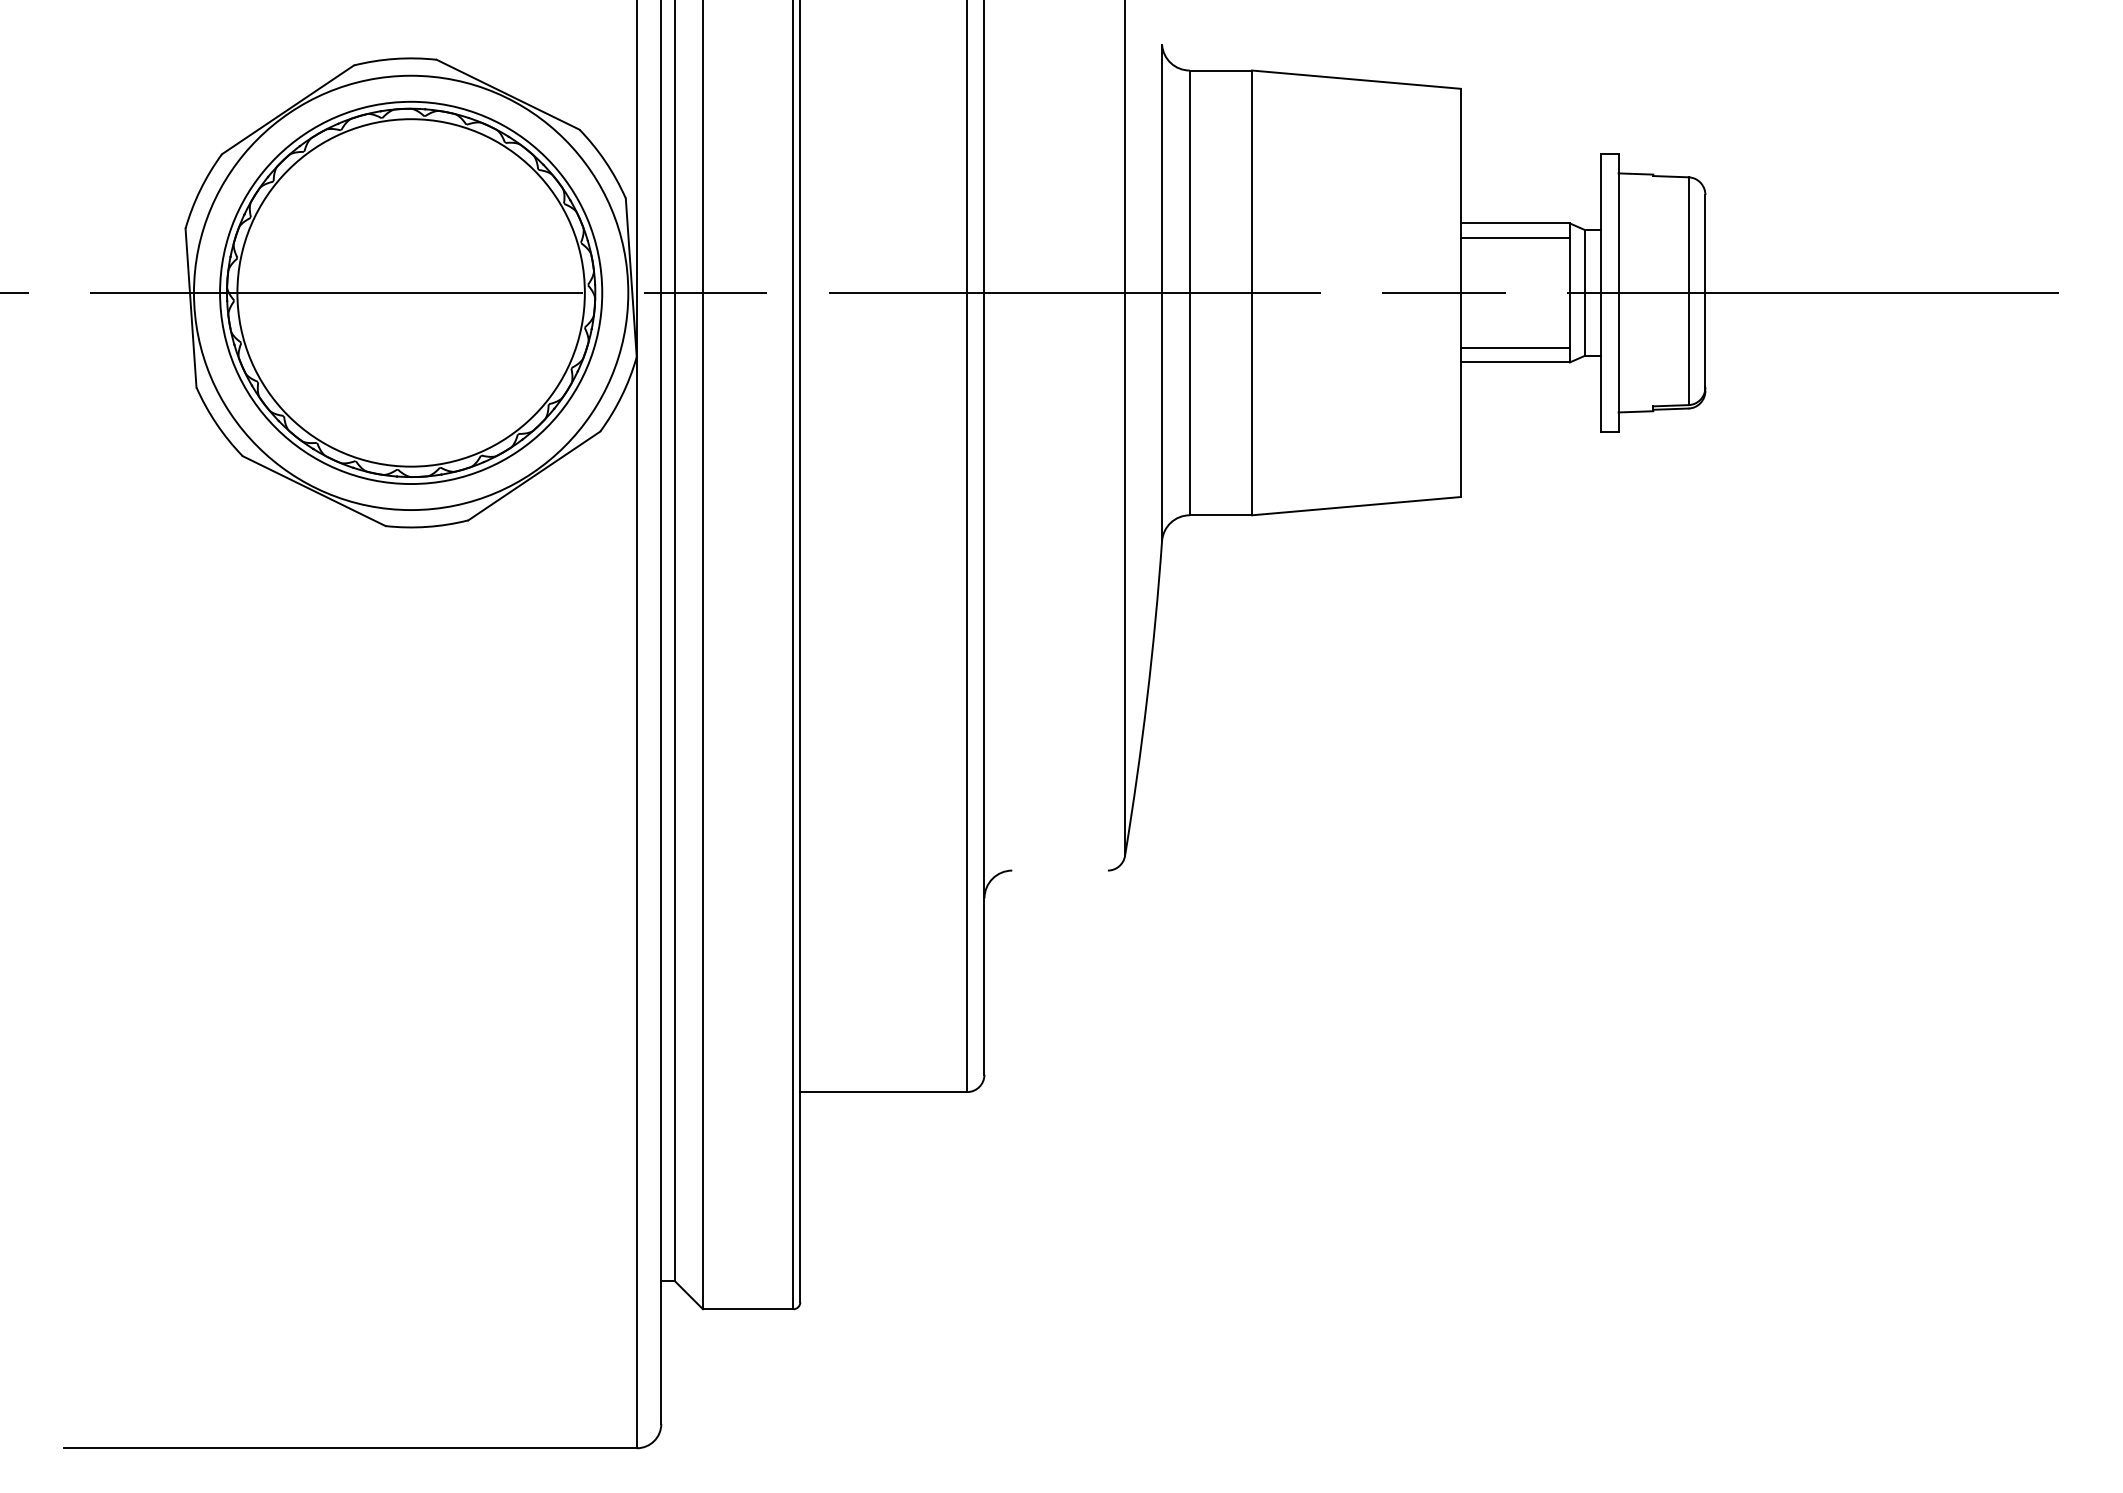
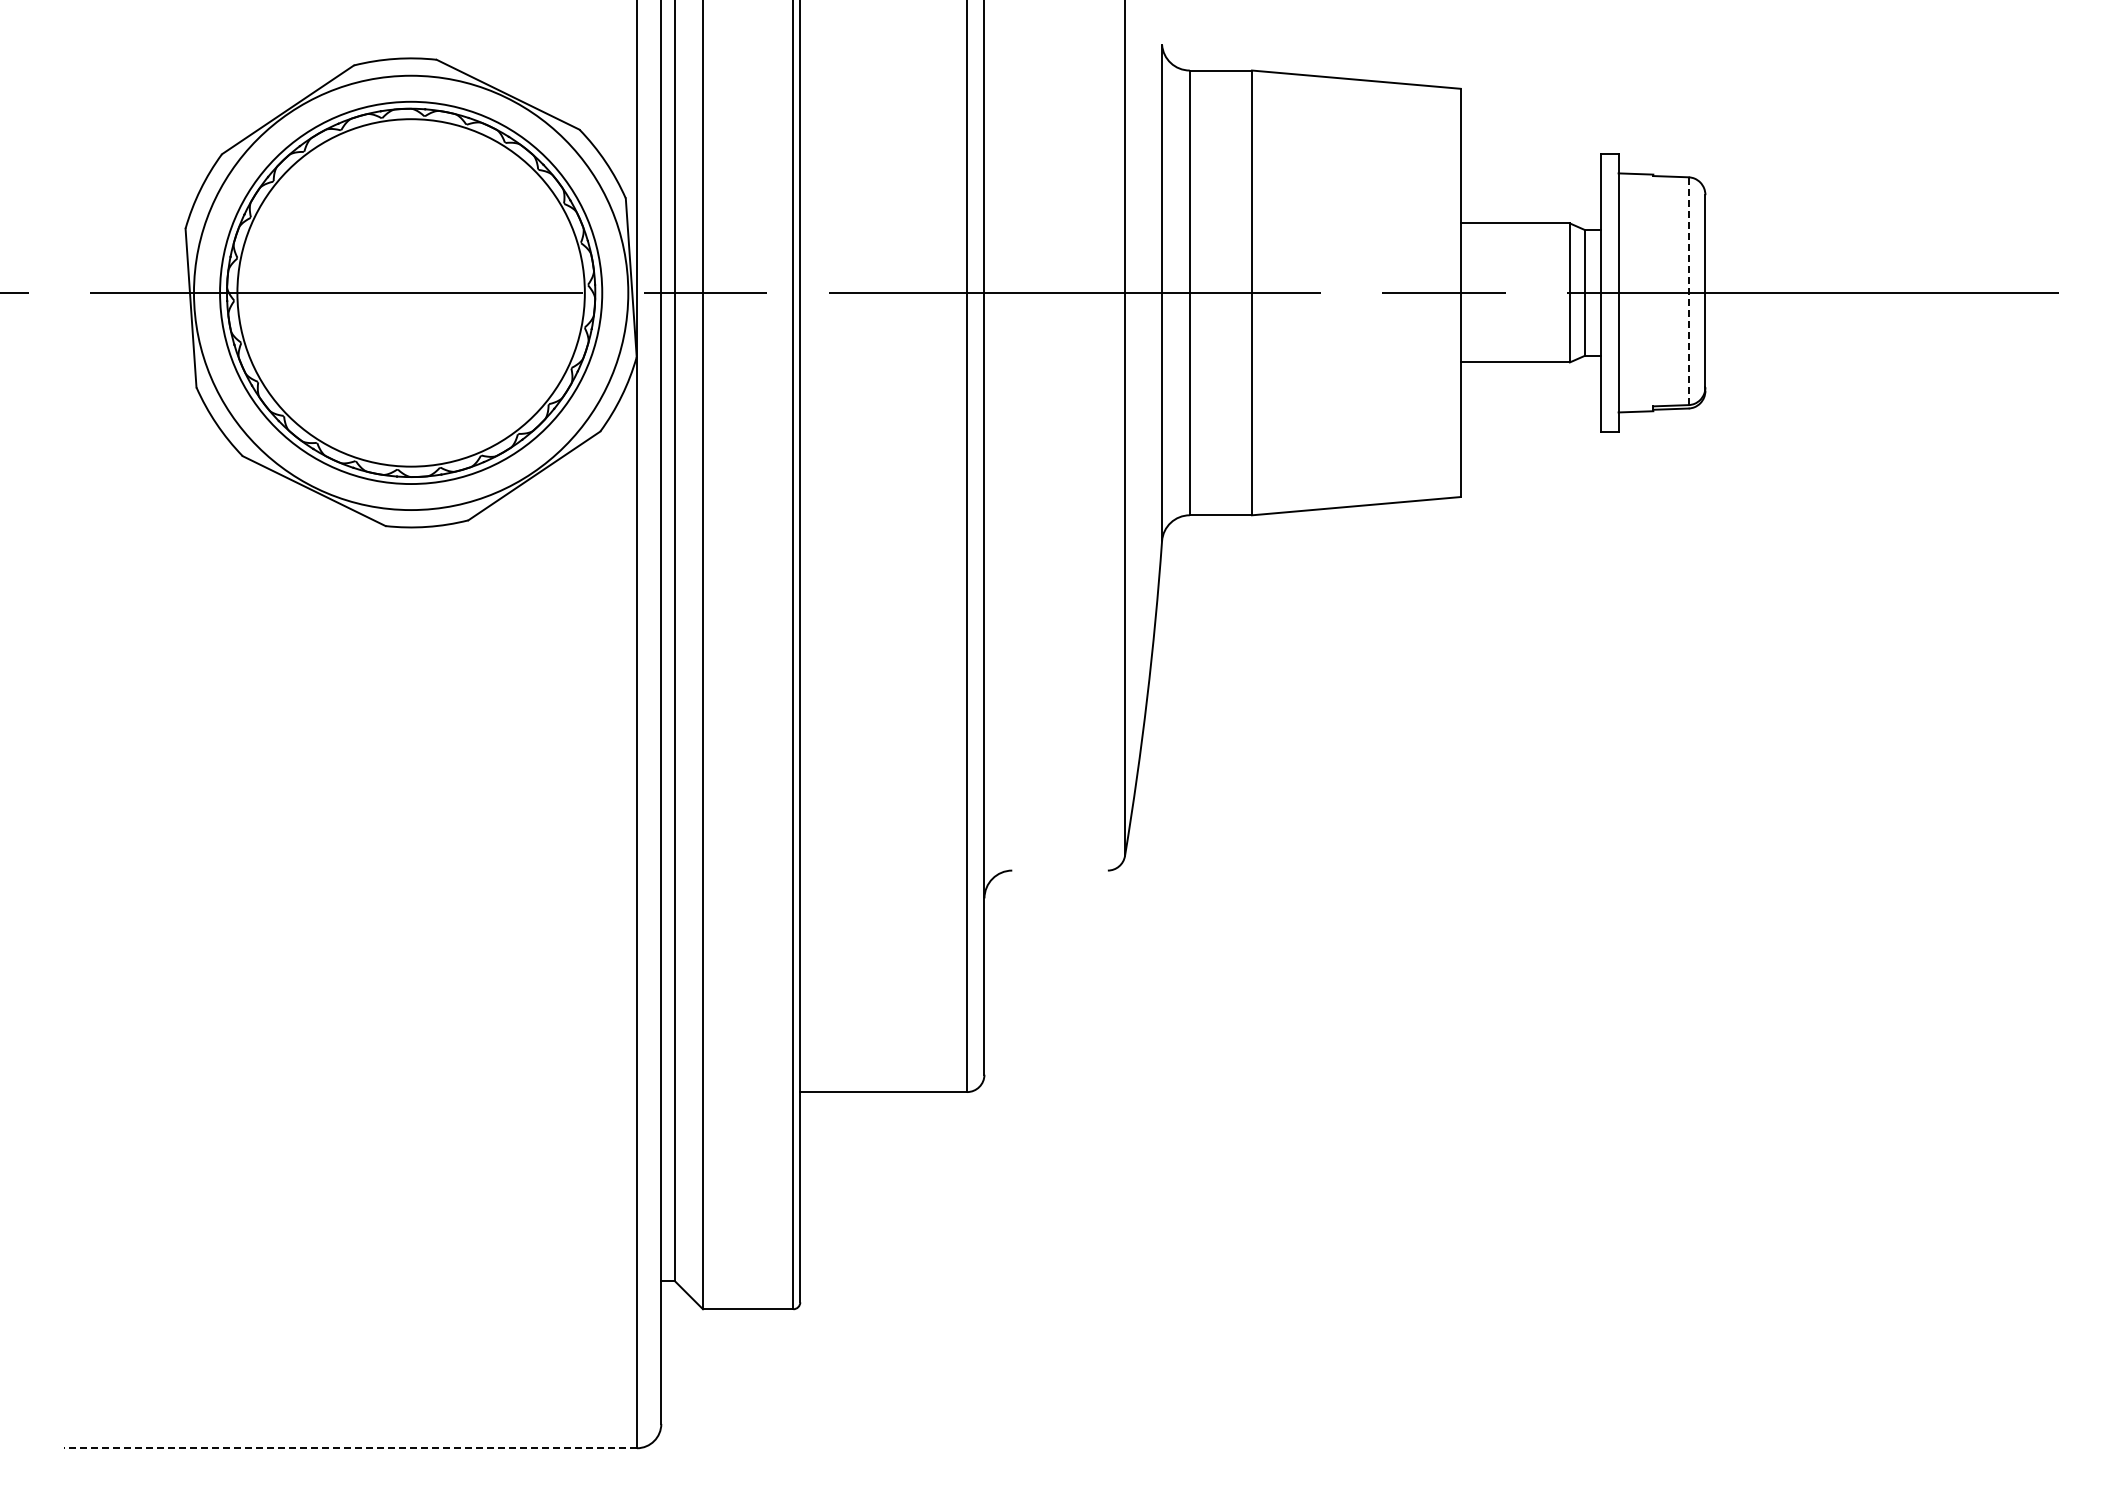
line at (1514, 237): present -> none
line at (1688, 291): solid -> dashed
line at (1514, 347): present -> none
line at (350, 1448): solid -> dashed
